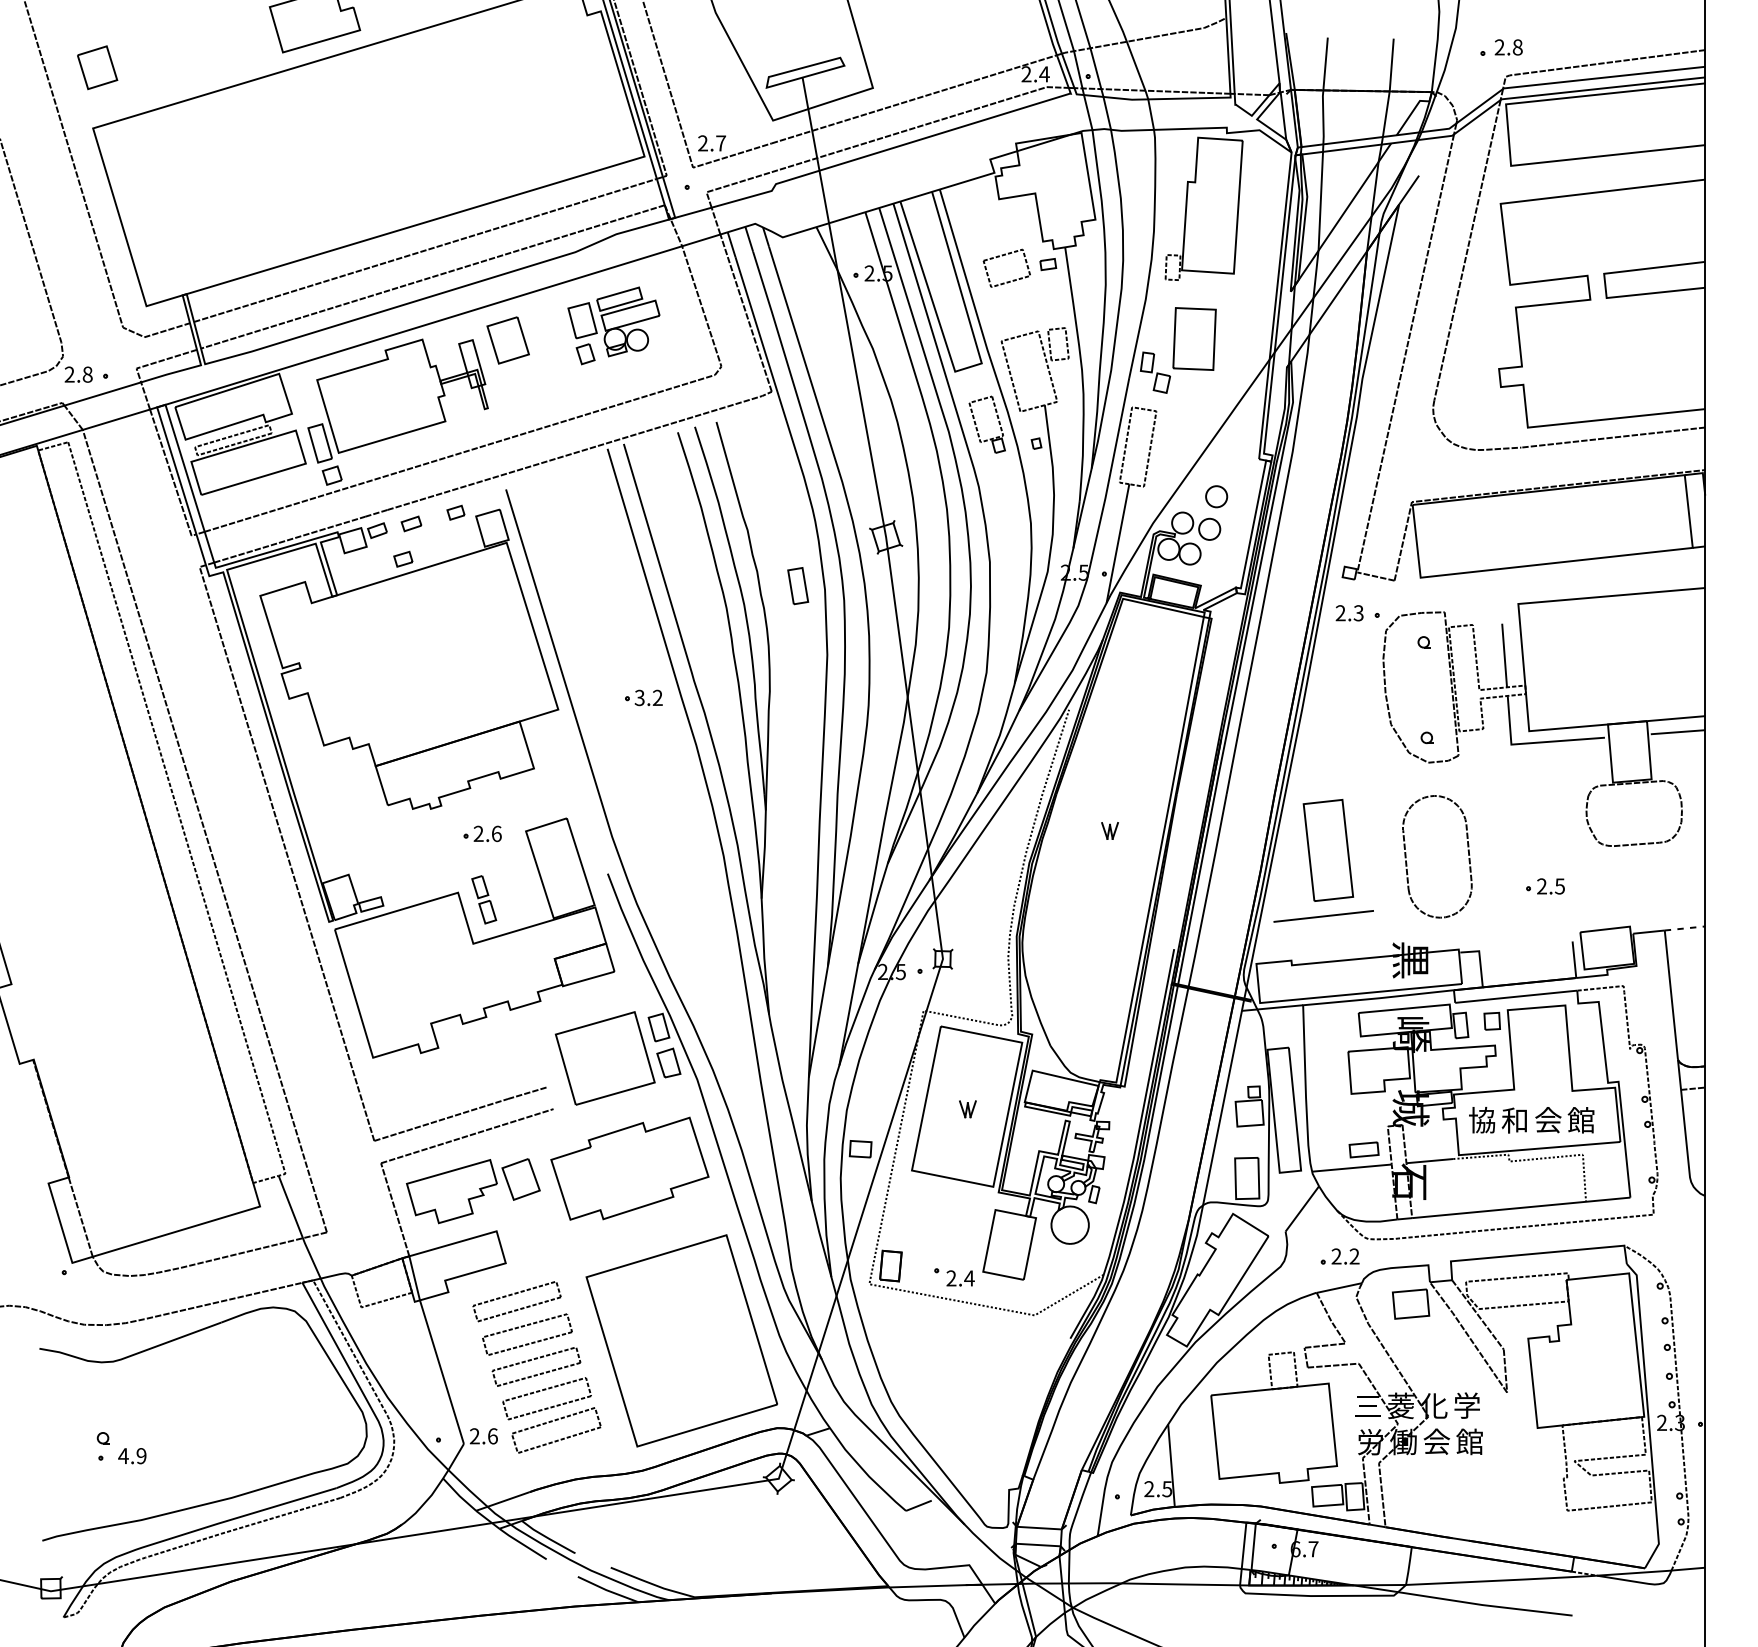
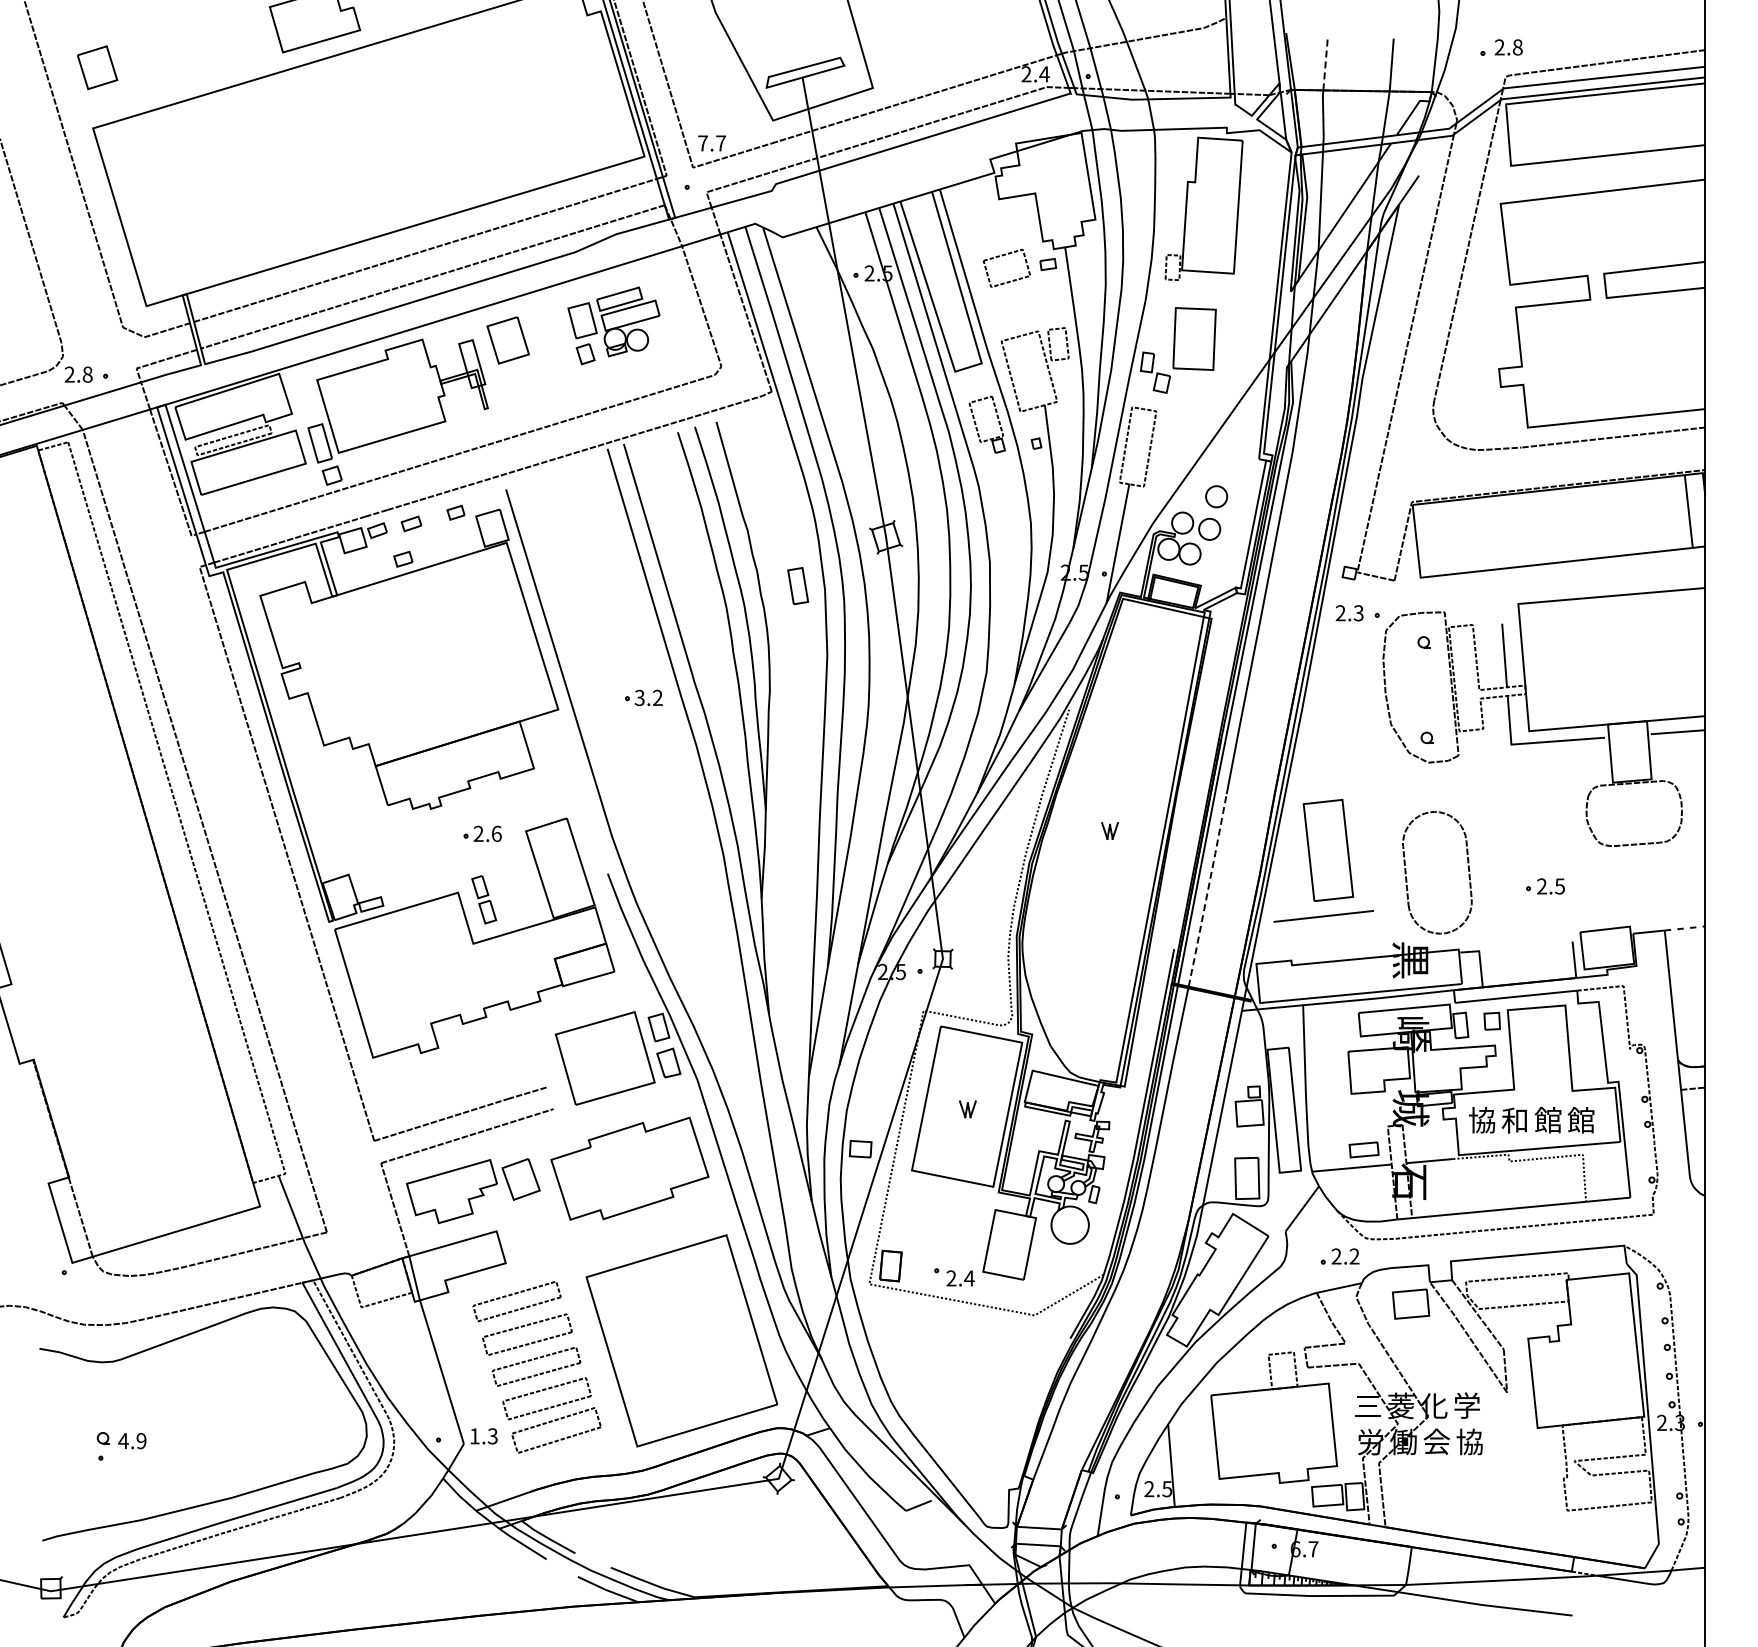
line at (1325, 63): solid -> dashed
text at (702, 143): 2.7 -> 7.7
part at (1467, 850) position: (1467, 850) -> (1467, 866)
line at (1207, 890): solid -> dashed
text at (1547, 1119): 会 -> 館
text at (483, 1436): 2.6 -> 1.3
text at (1469, 1441): 館 -> 協
text at (132, 1456) position: (132, 1456) -> (132, 1441)
